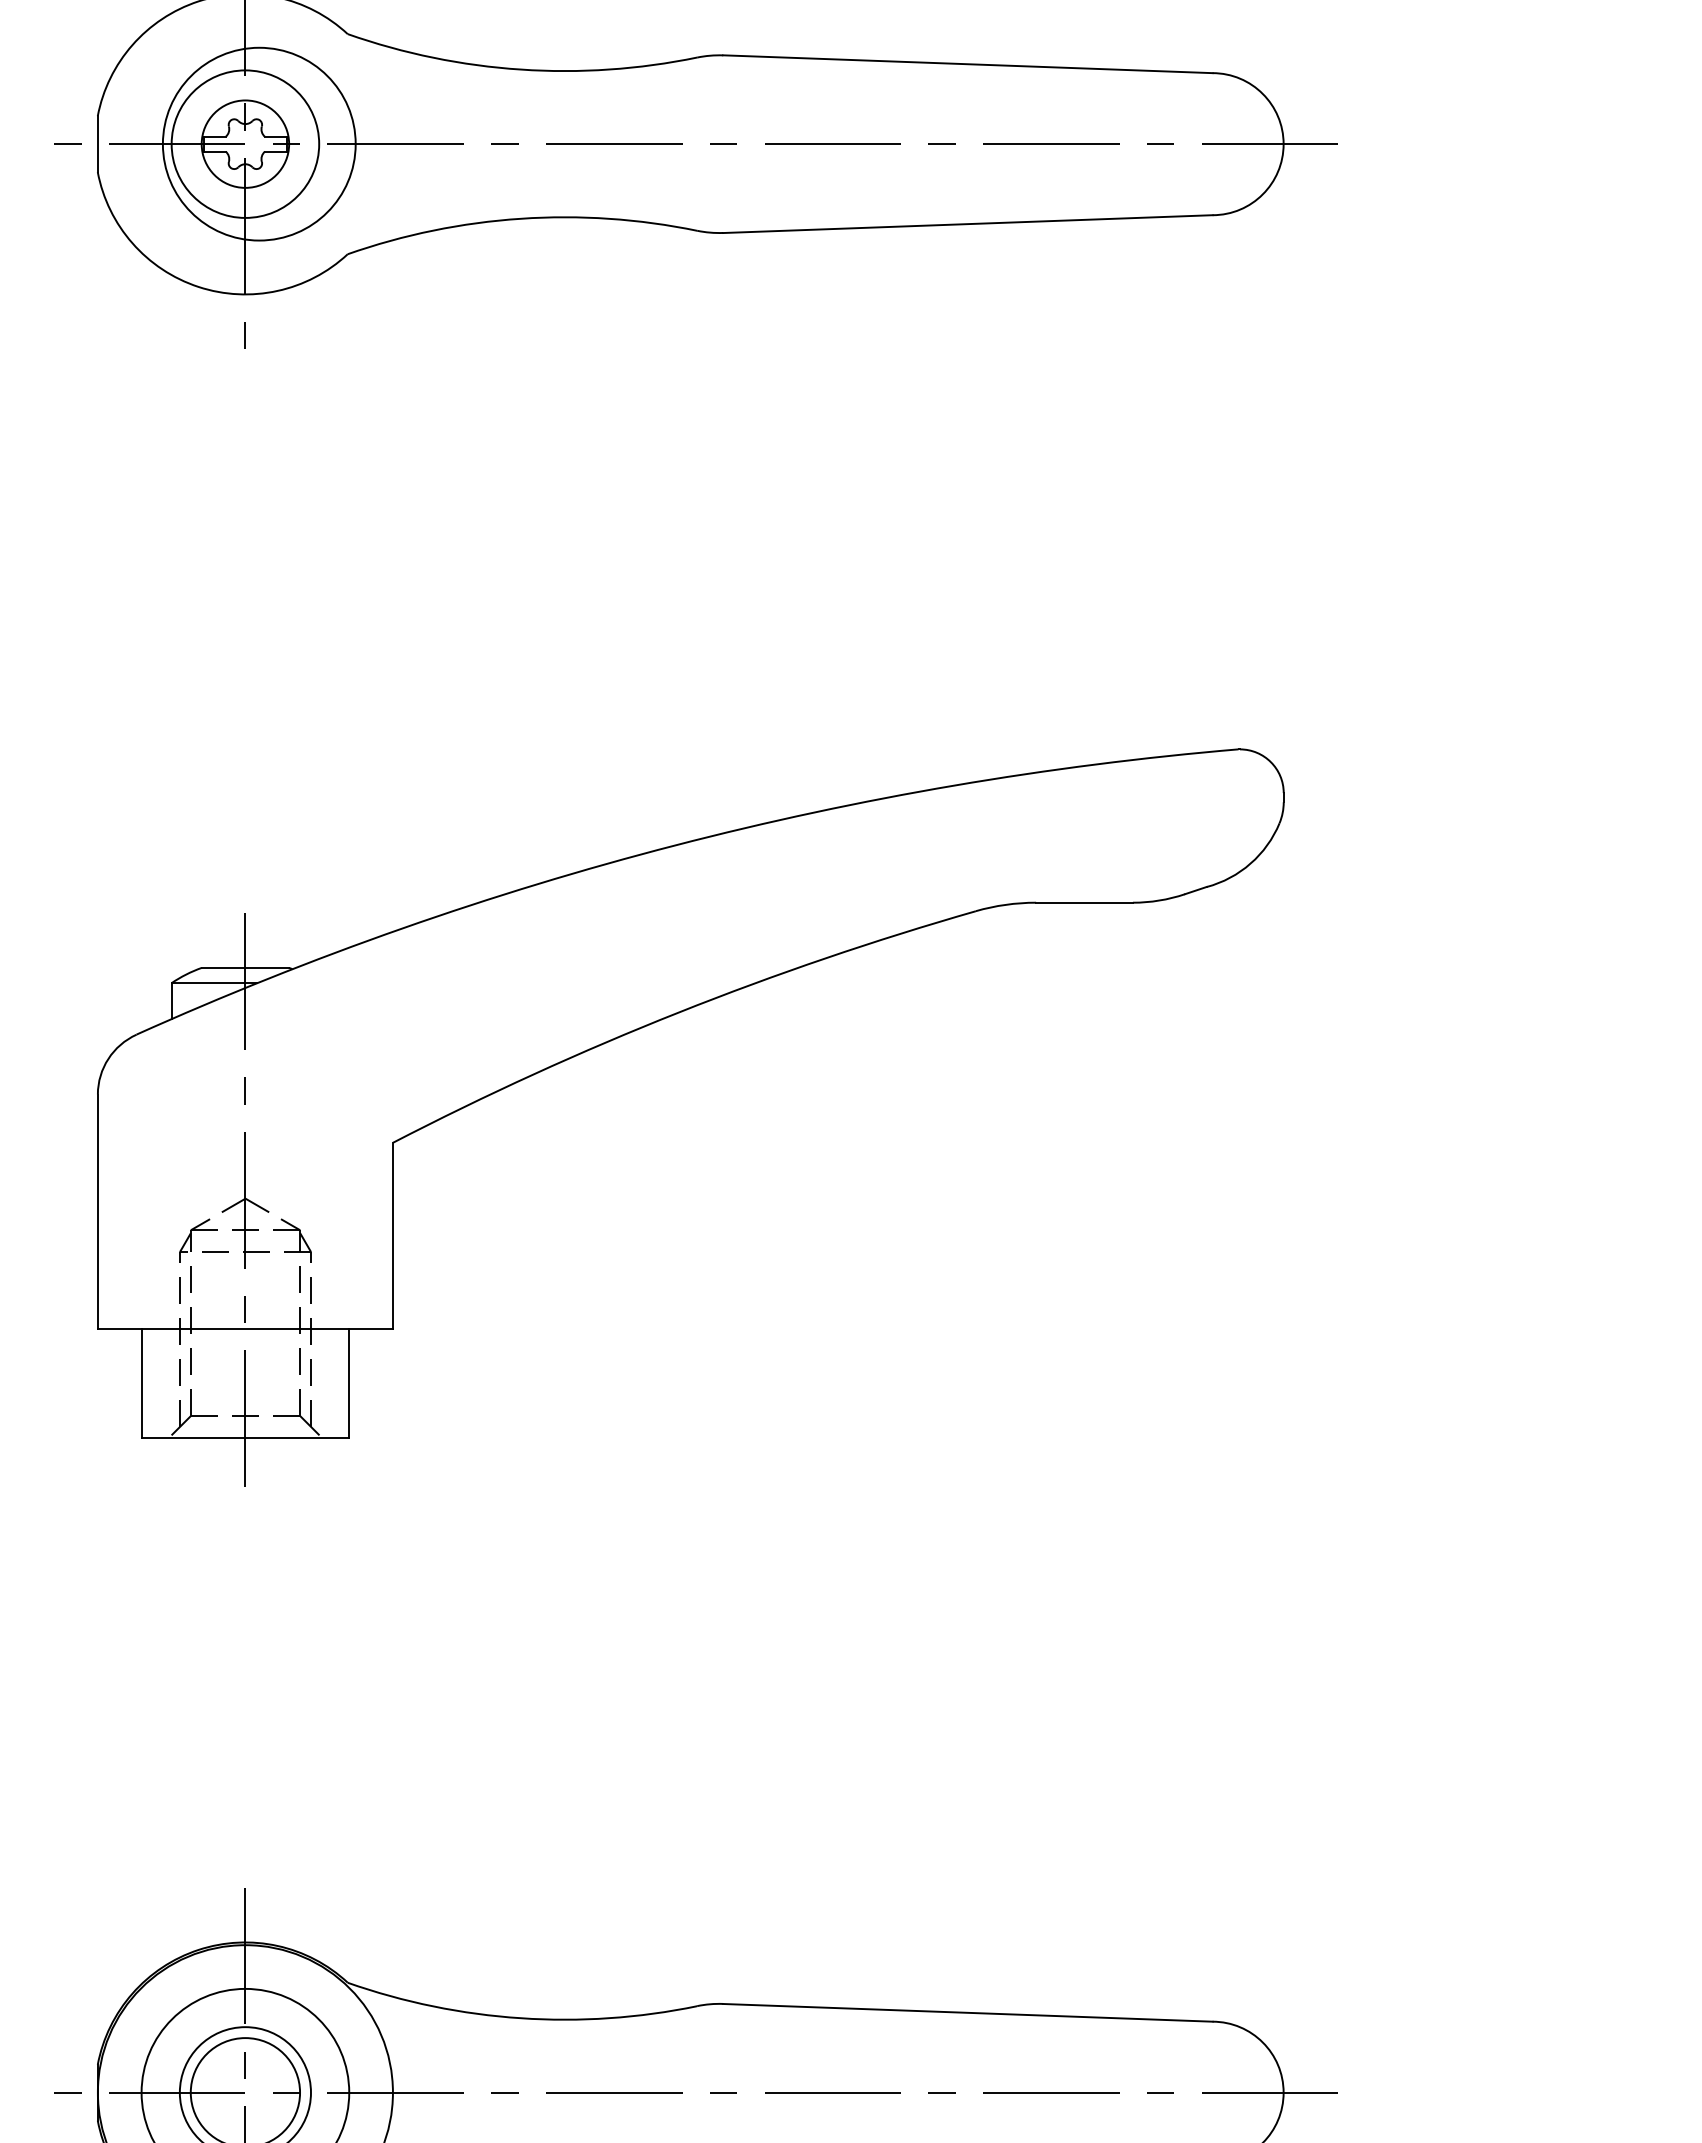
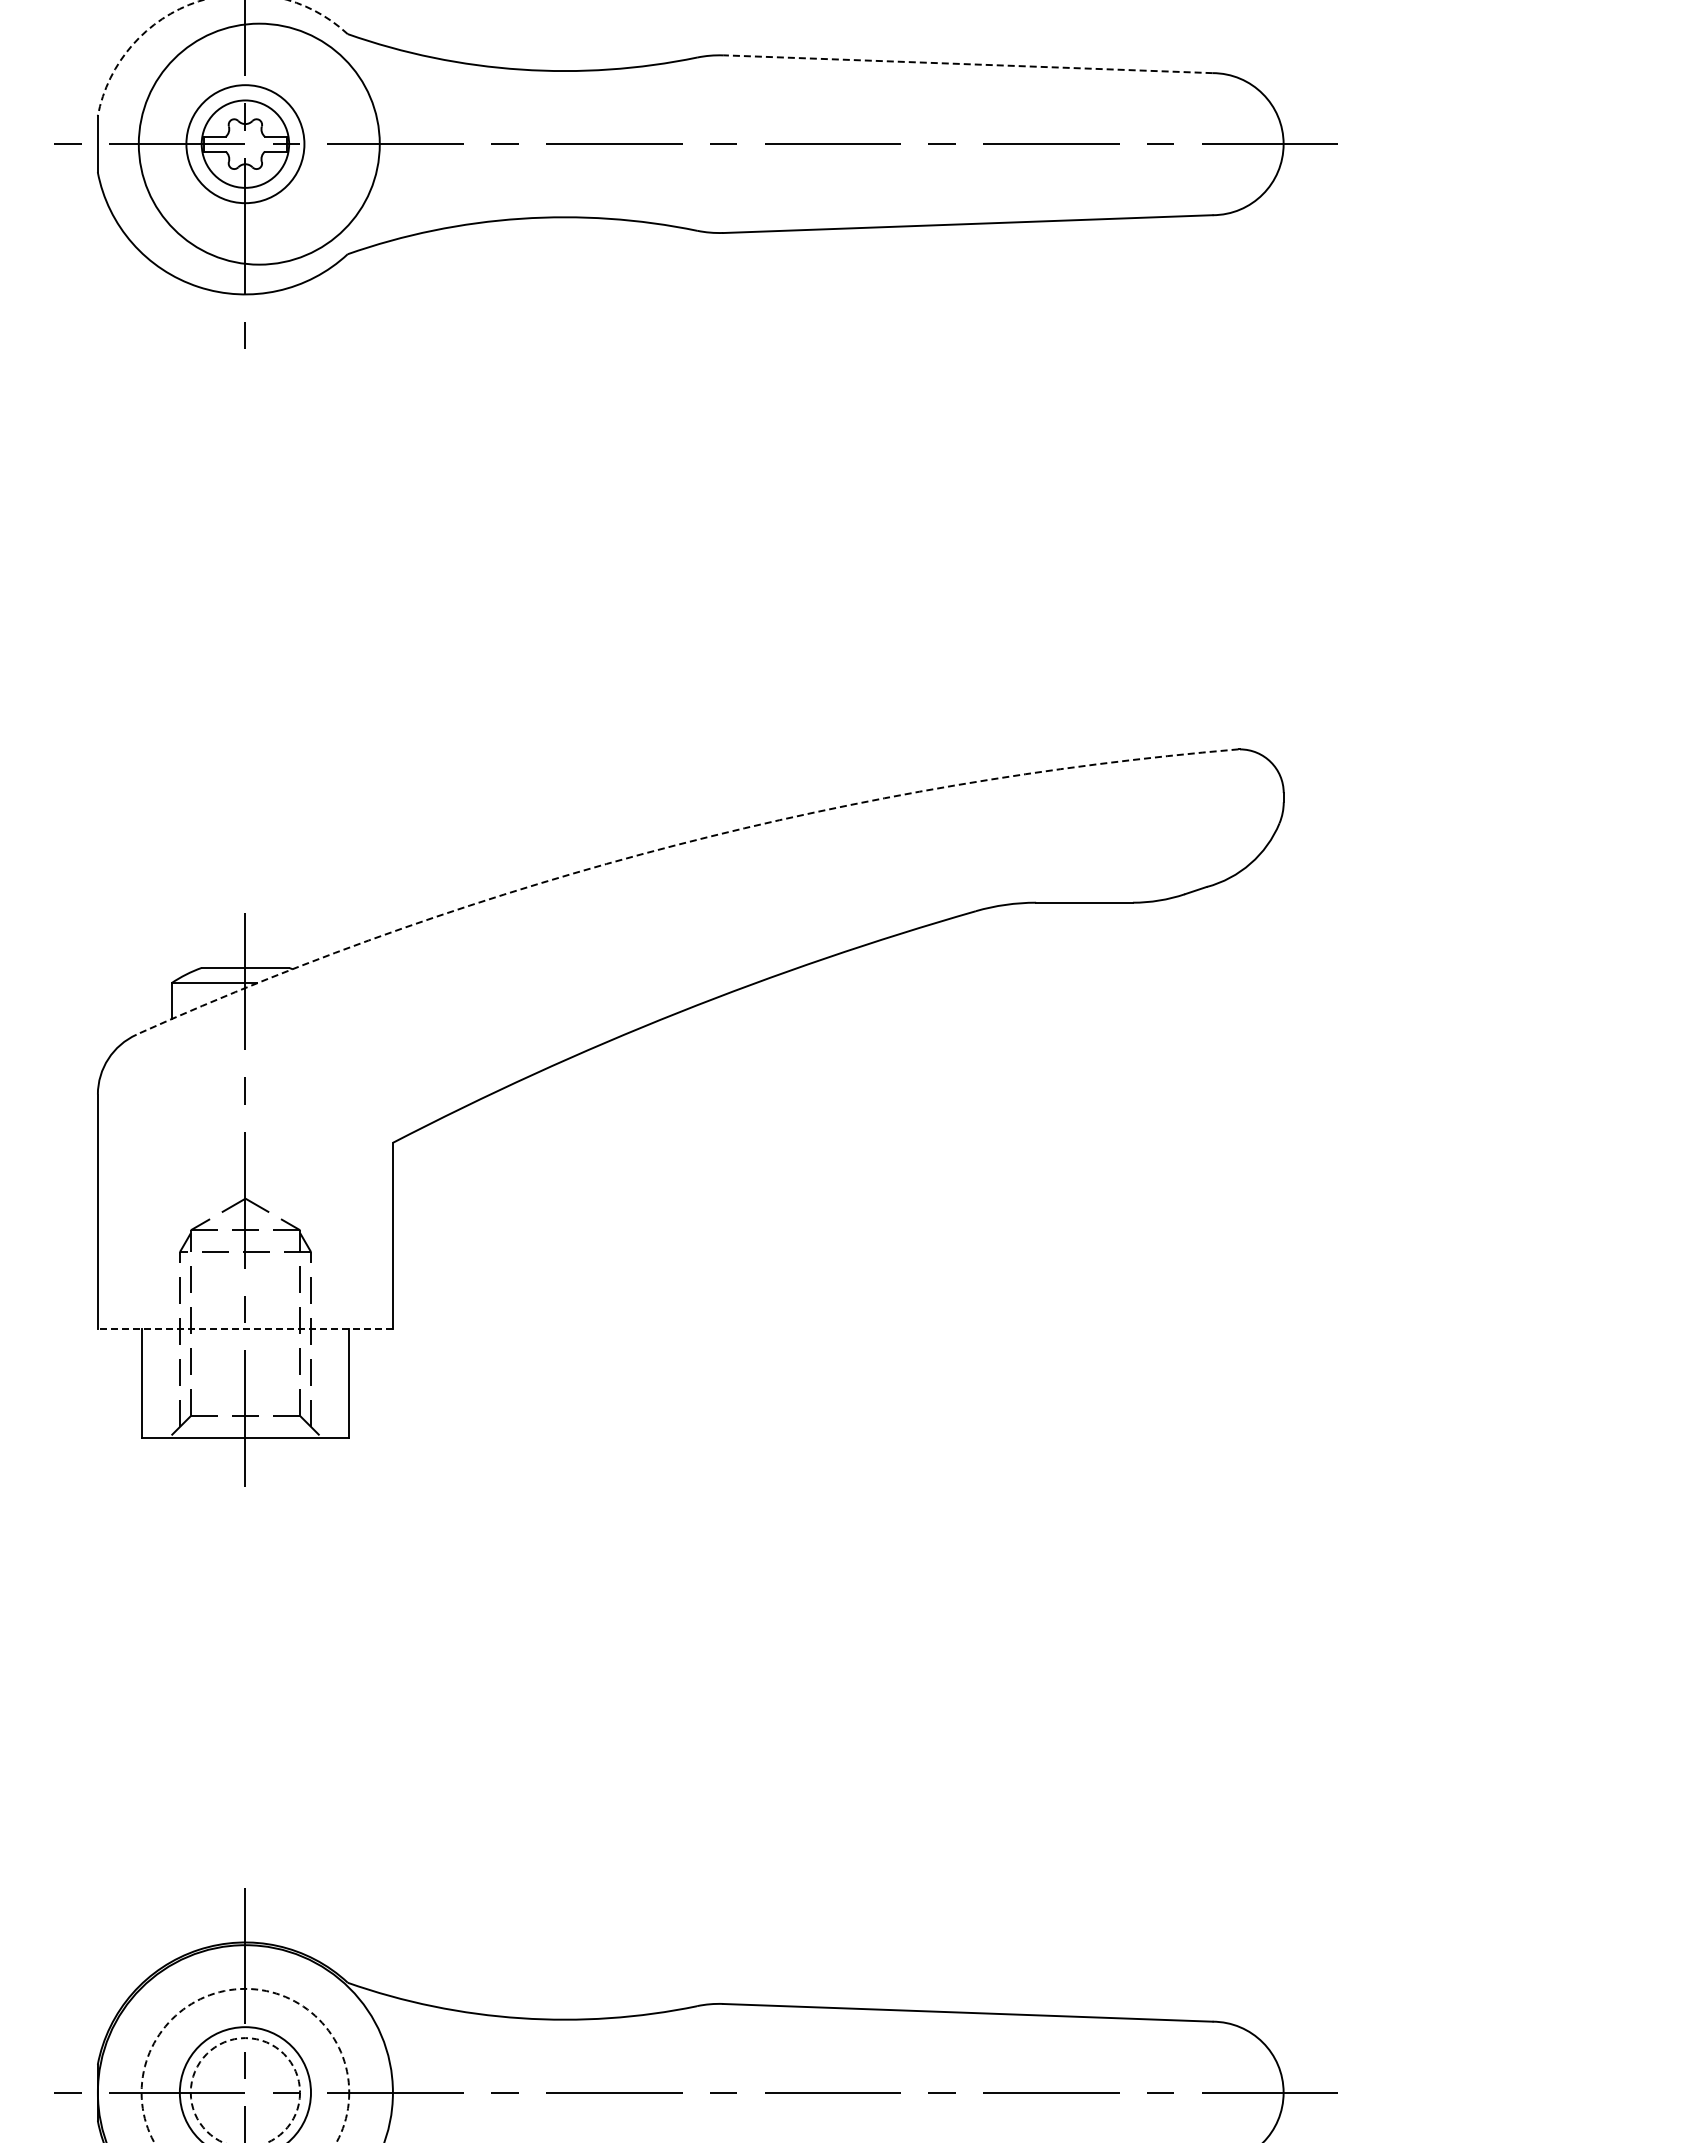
arc at (161, 19): solid -> dashed
line at (967, 64): solid -> dashed
circle at (245, 143) diameter: 148 px -> 118 px
circle at (258, 143) diameter: 193 px -> 241 px
arc at (675, 845): solid -> dashed
line at (245, 1328): solid -> dashed
circle at (245, 2065): solid -> dashed
circle at (245, 2090): solid -> dashed
